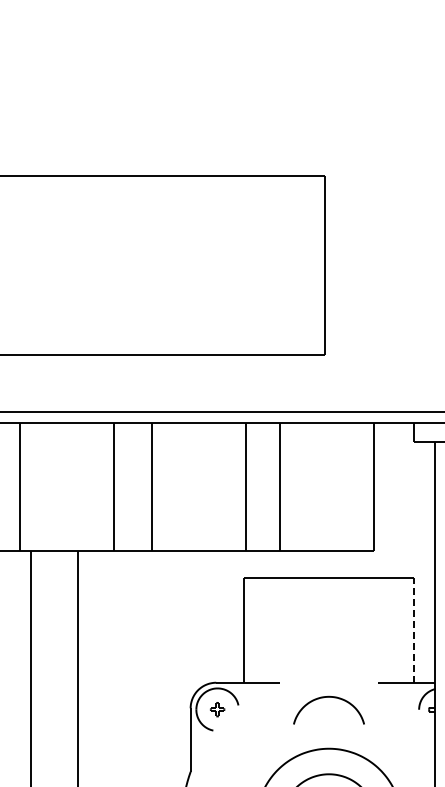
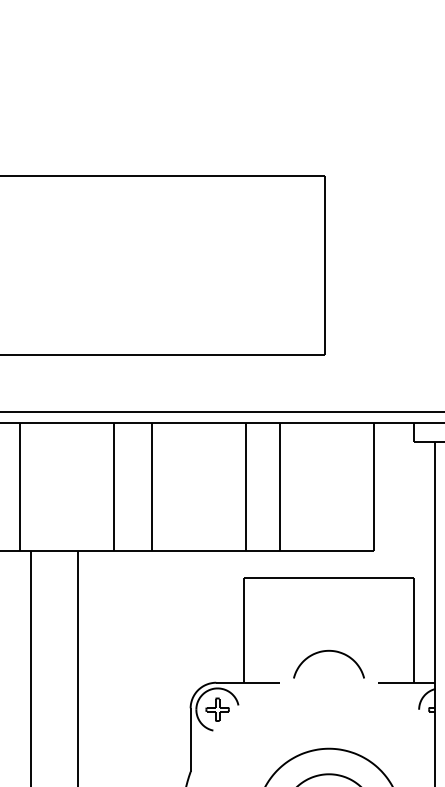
line at (414, 630): dashed -> solid
curve at (328, 697) position: (328, 697) -> (328, 651)
part at (217, 709) size: 16x16 px -> 25x25 px
